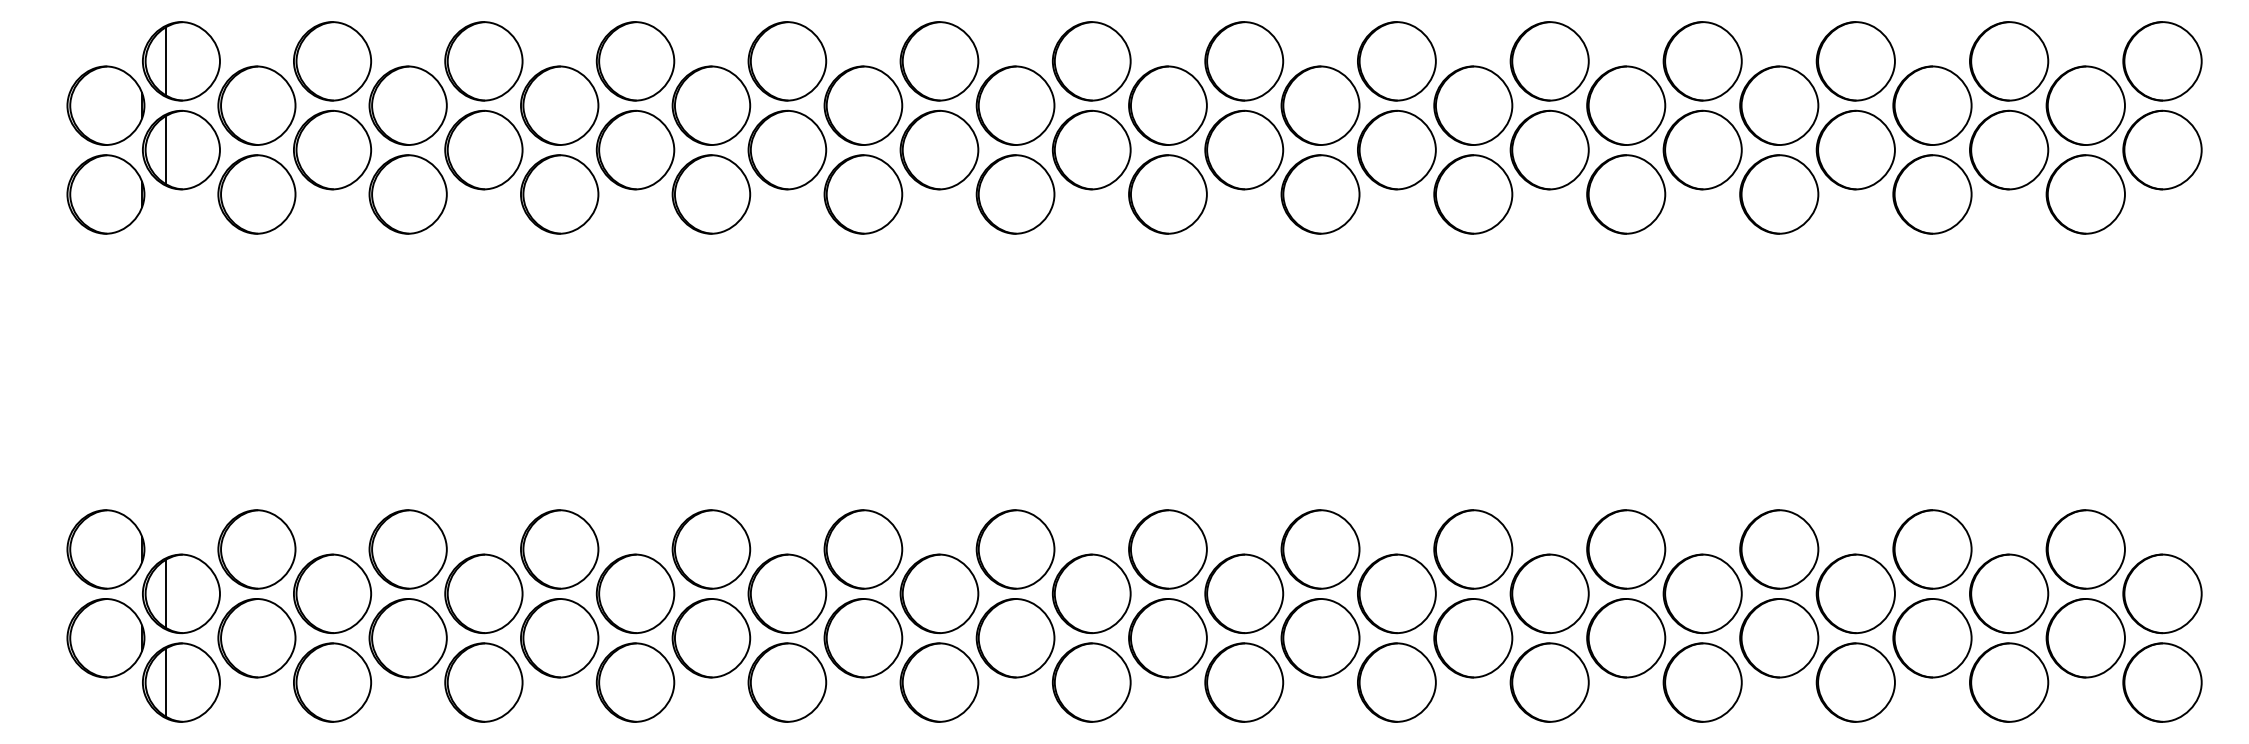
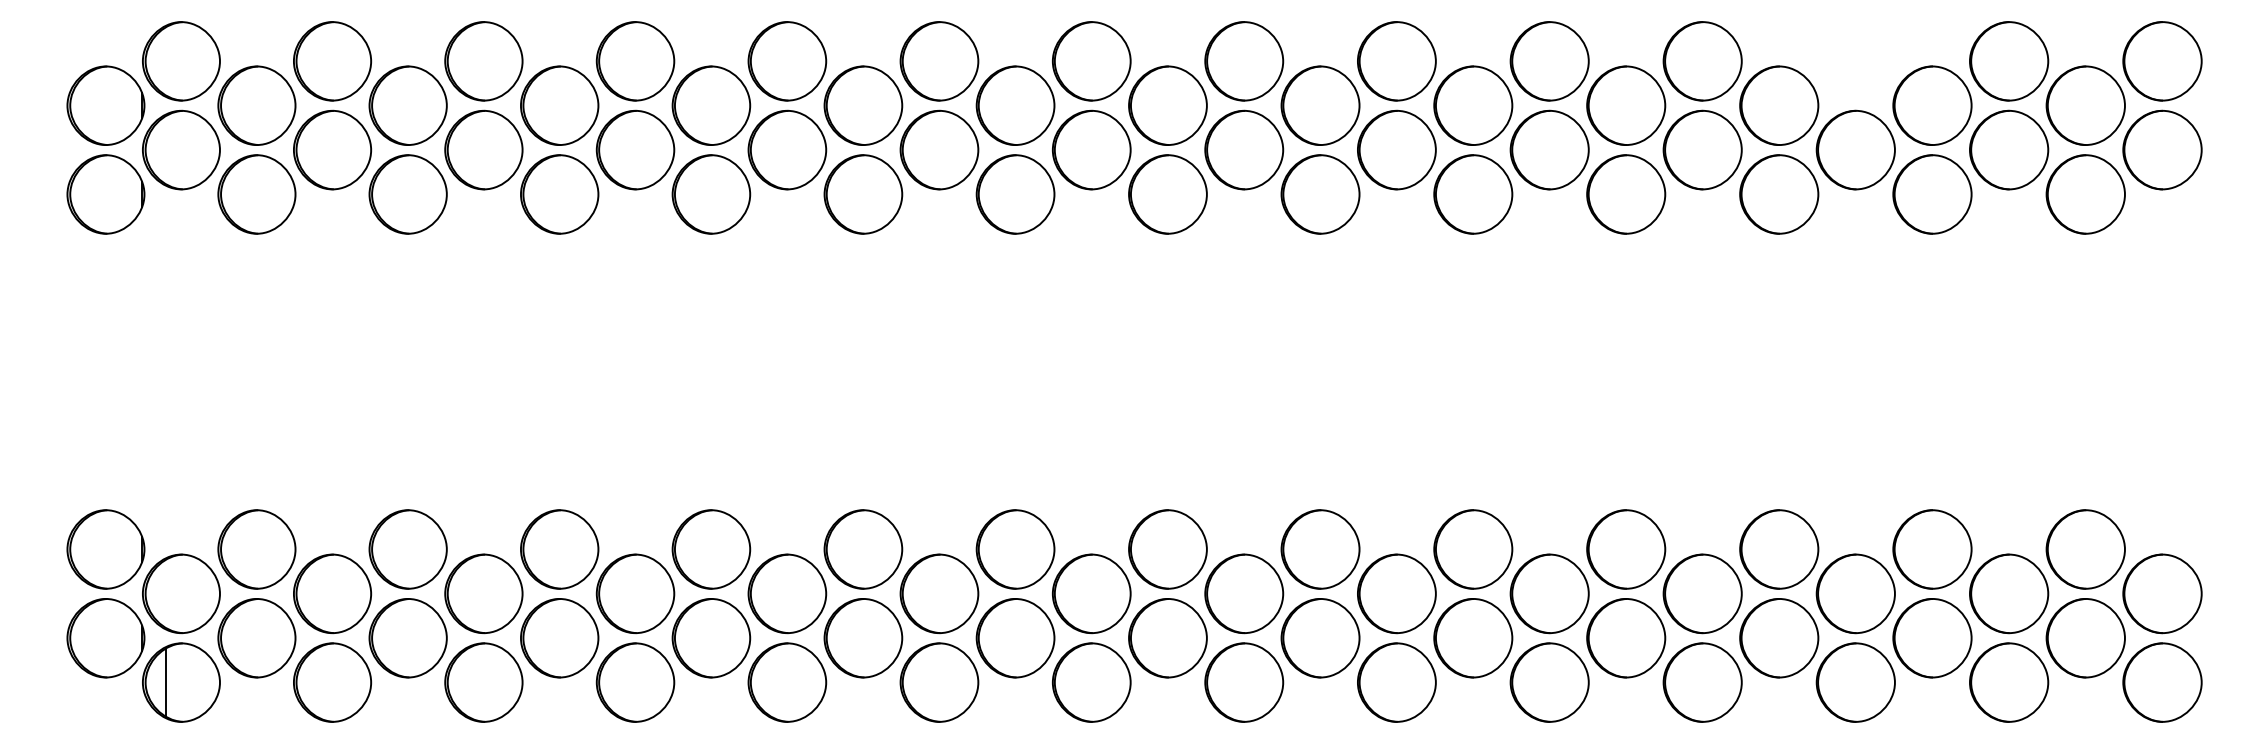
line at (165, 61): present -> none
part at (1855, 61): present -> none
line at (165, 150): present -> none
line at (165, 593): present -> none
